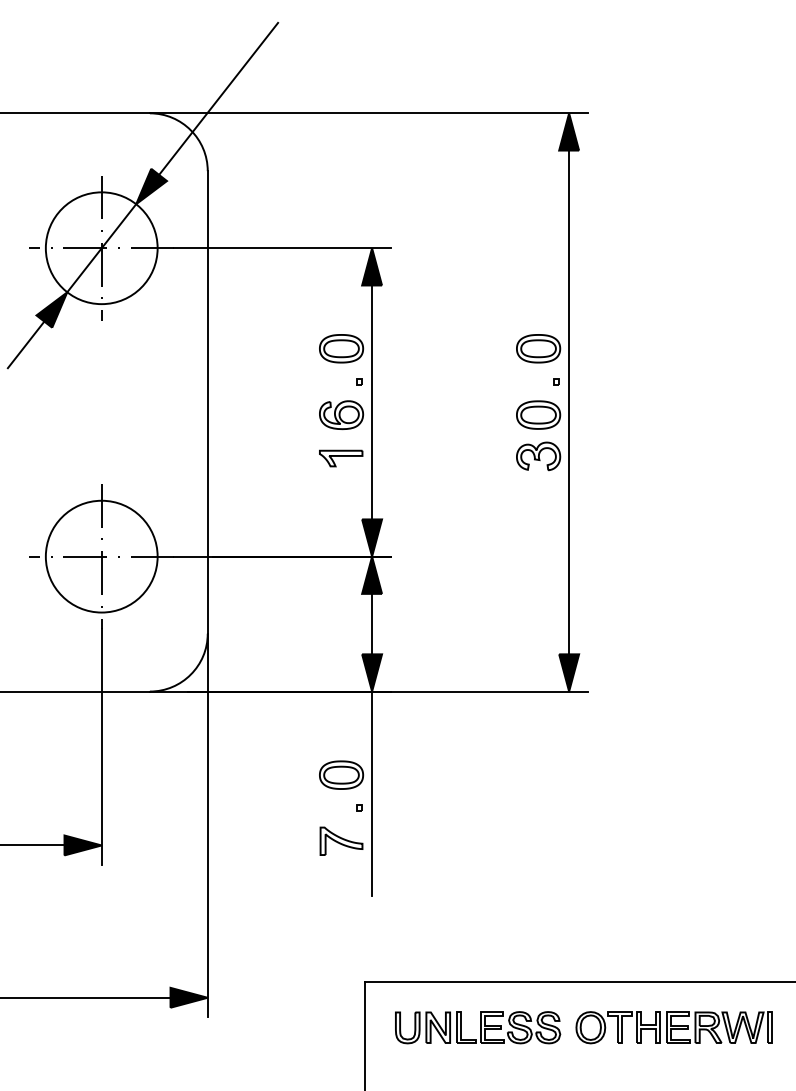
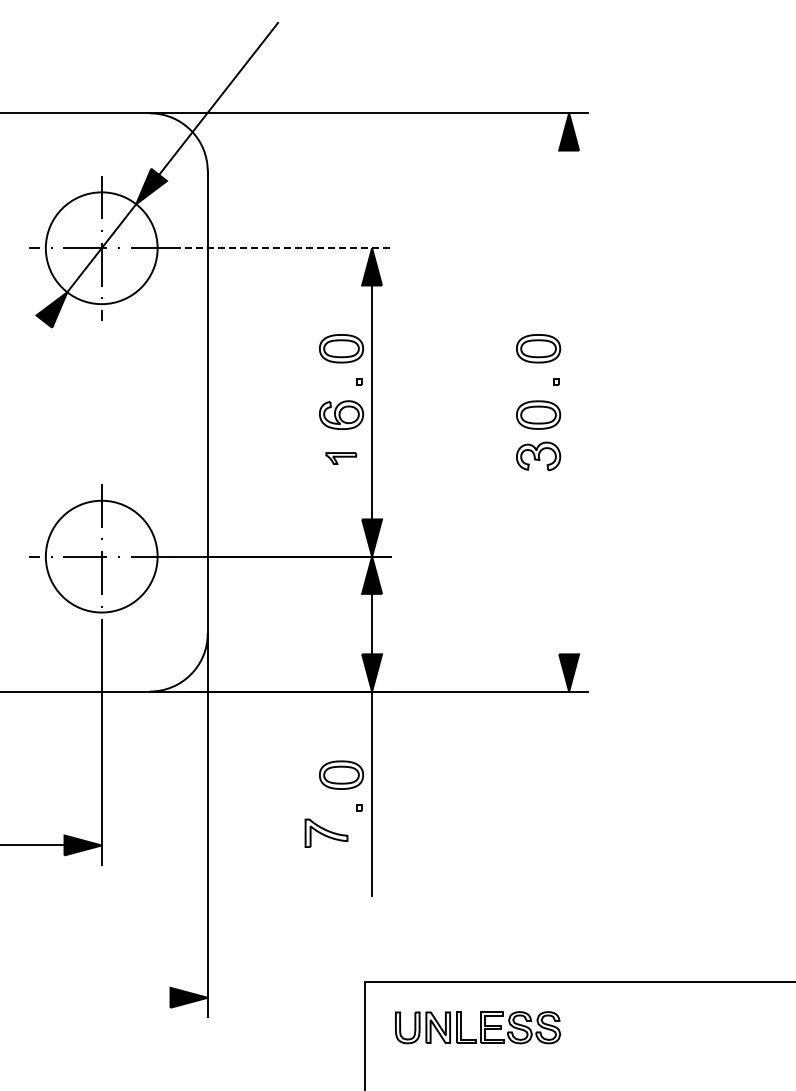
line at (283, 248): solid -> dashed
line at (25, 344): present -> none
line at (569, 402): present -> none
part at (341, 458) size: 45x19 px -> 33x13 px
part at (341, 840) position: (341, 840) -> (326, 832)
line at (86, 997): present -> none
part at (673, 1027): present -> none
